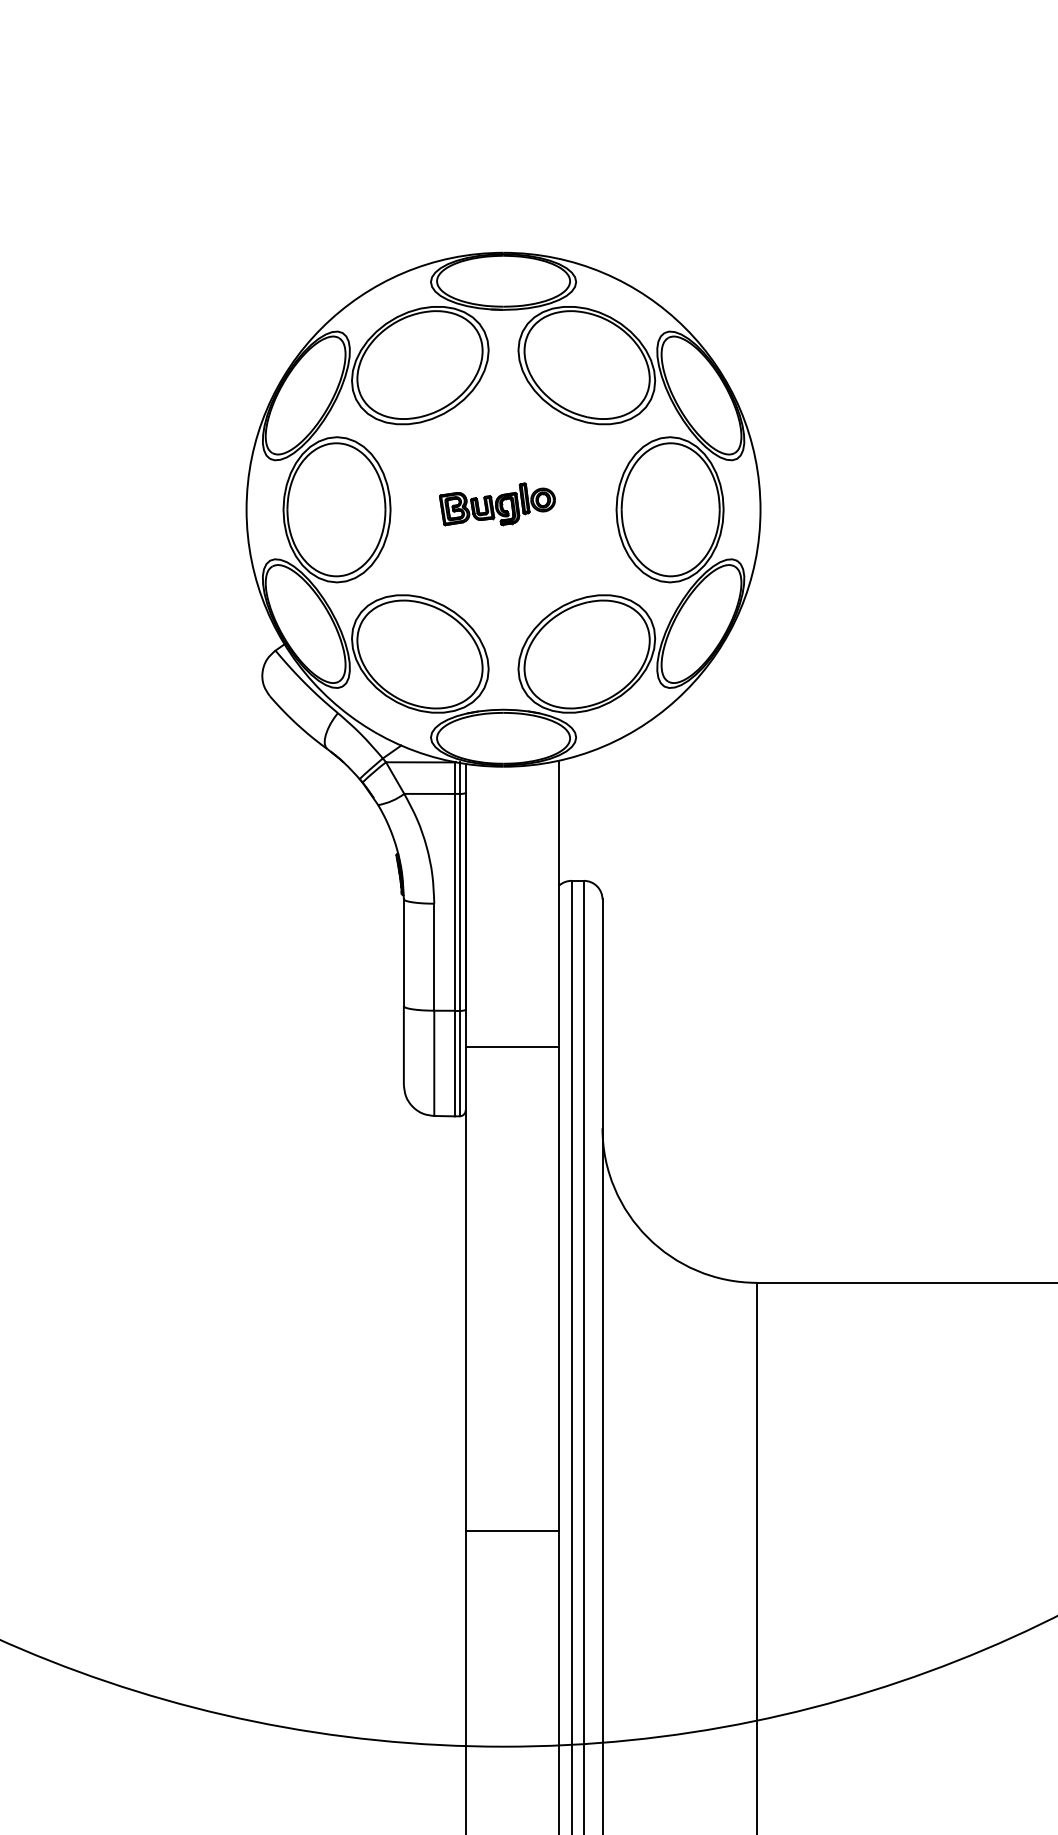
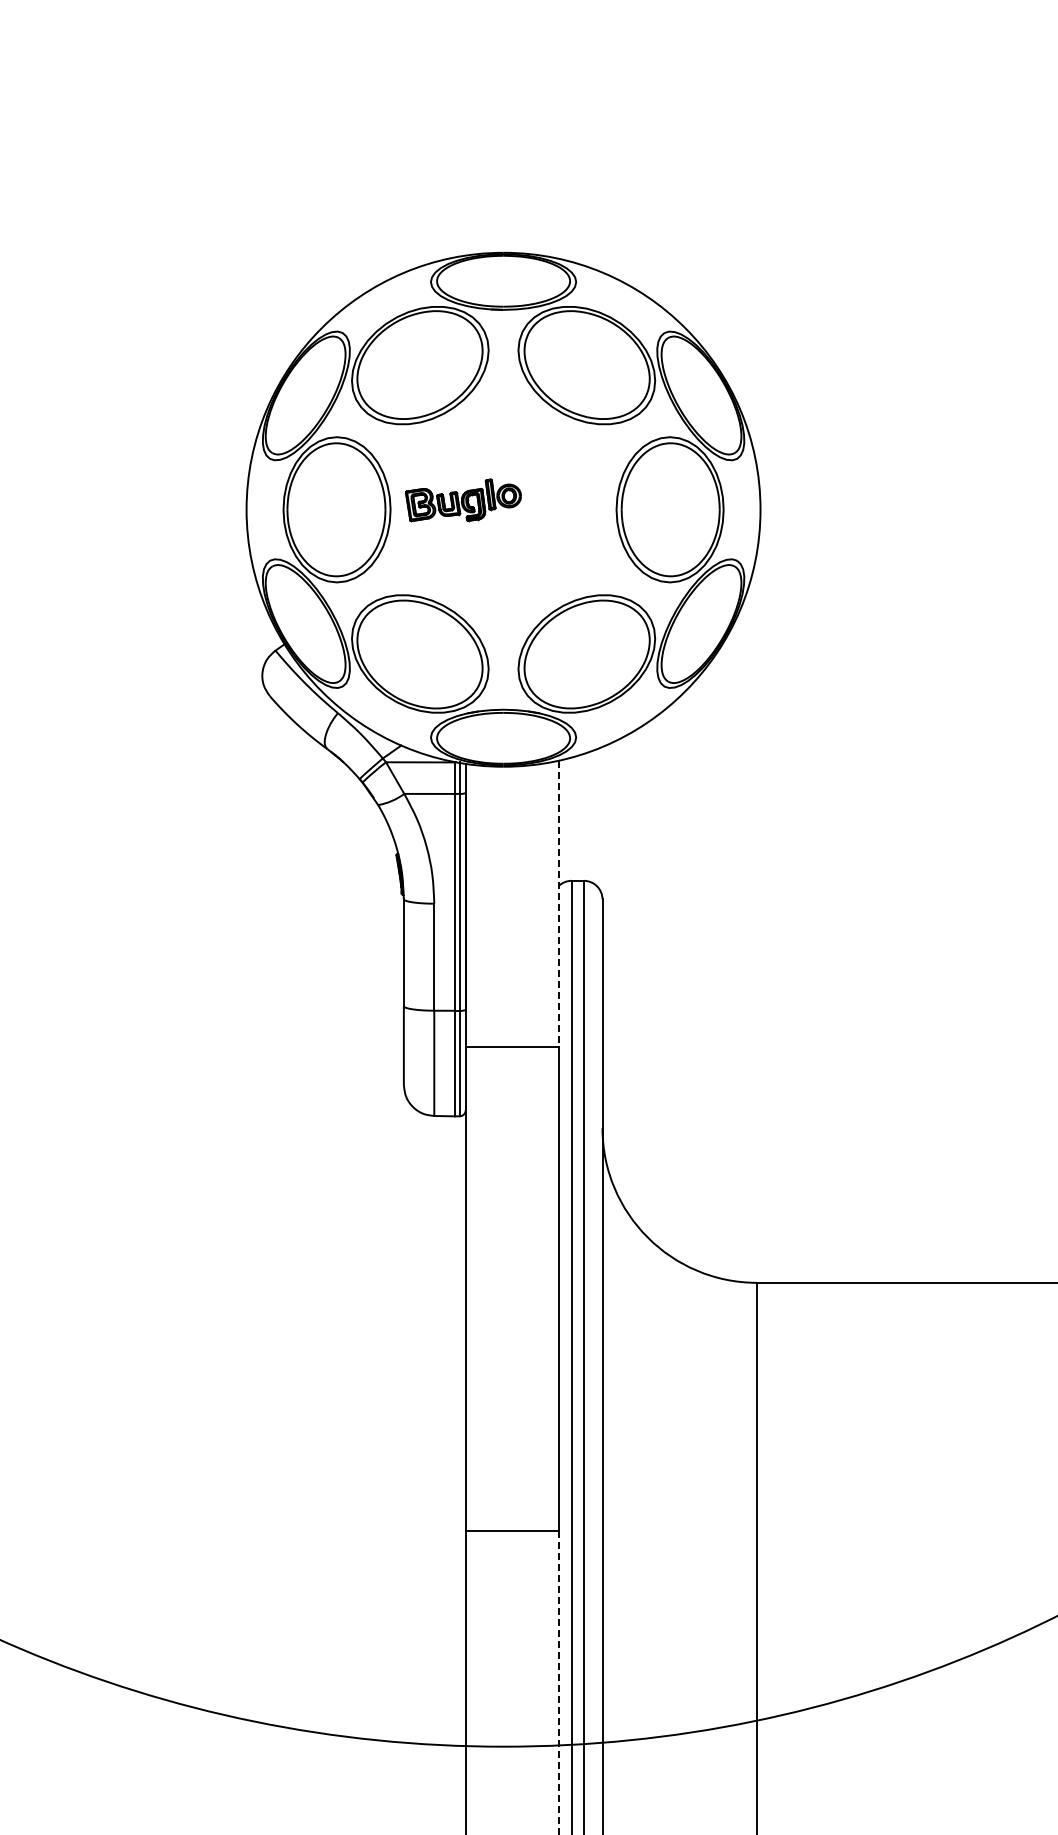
part at (497, 504) position: (497, 504) -> (463, 500)
line at (559, 904): solid -> dashed
line at (559, 1683): solid -> dashed
